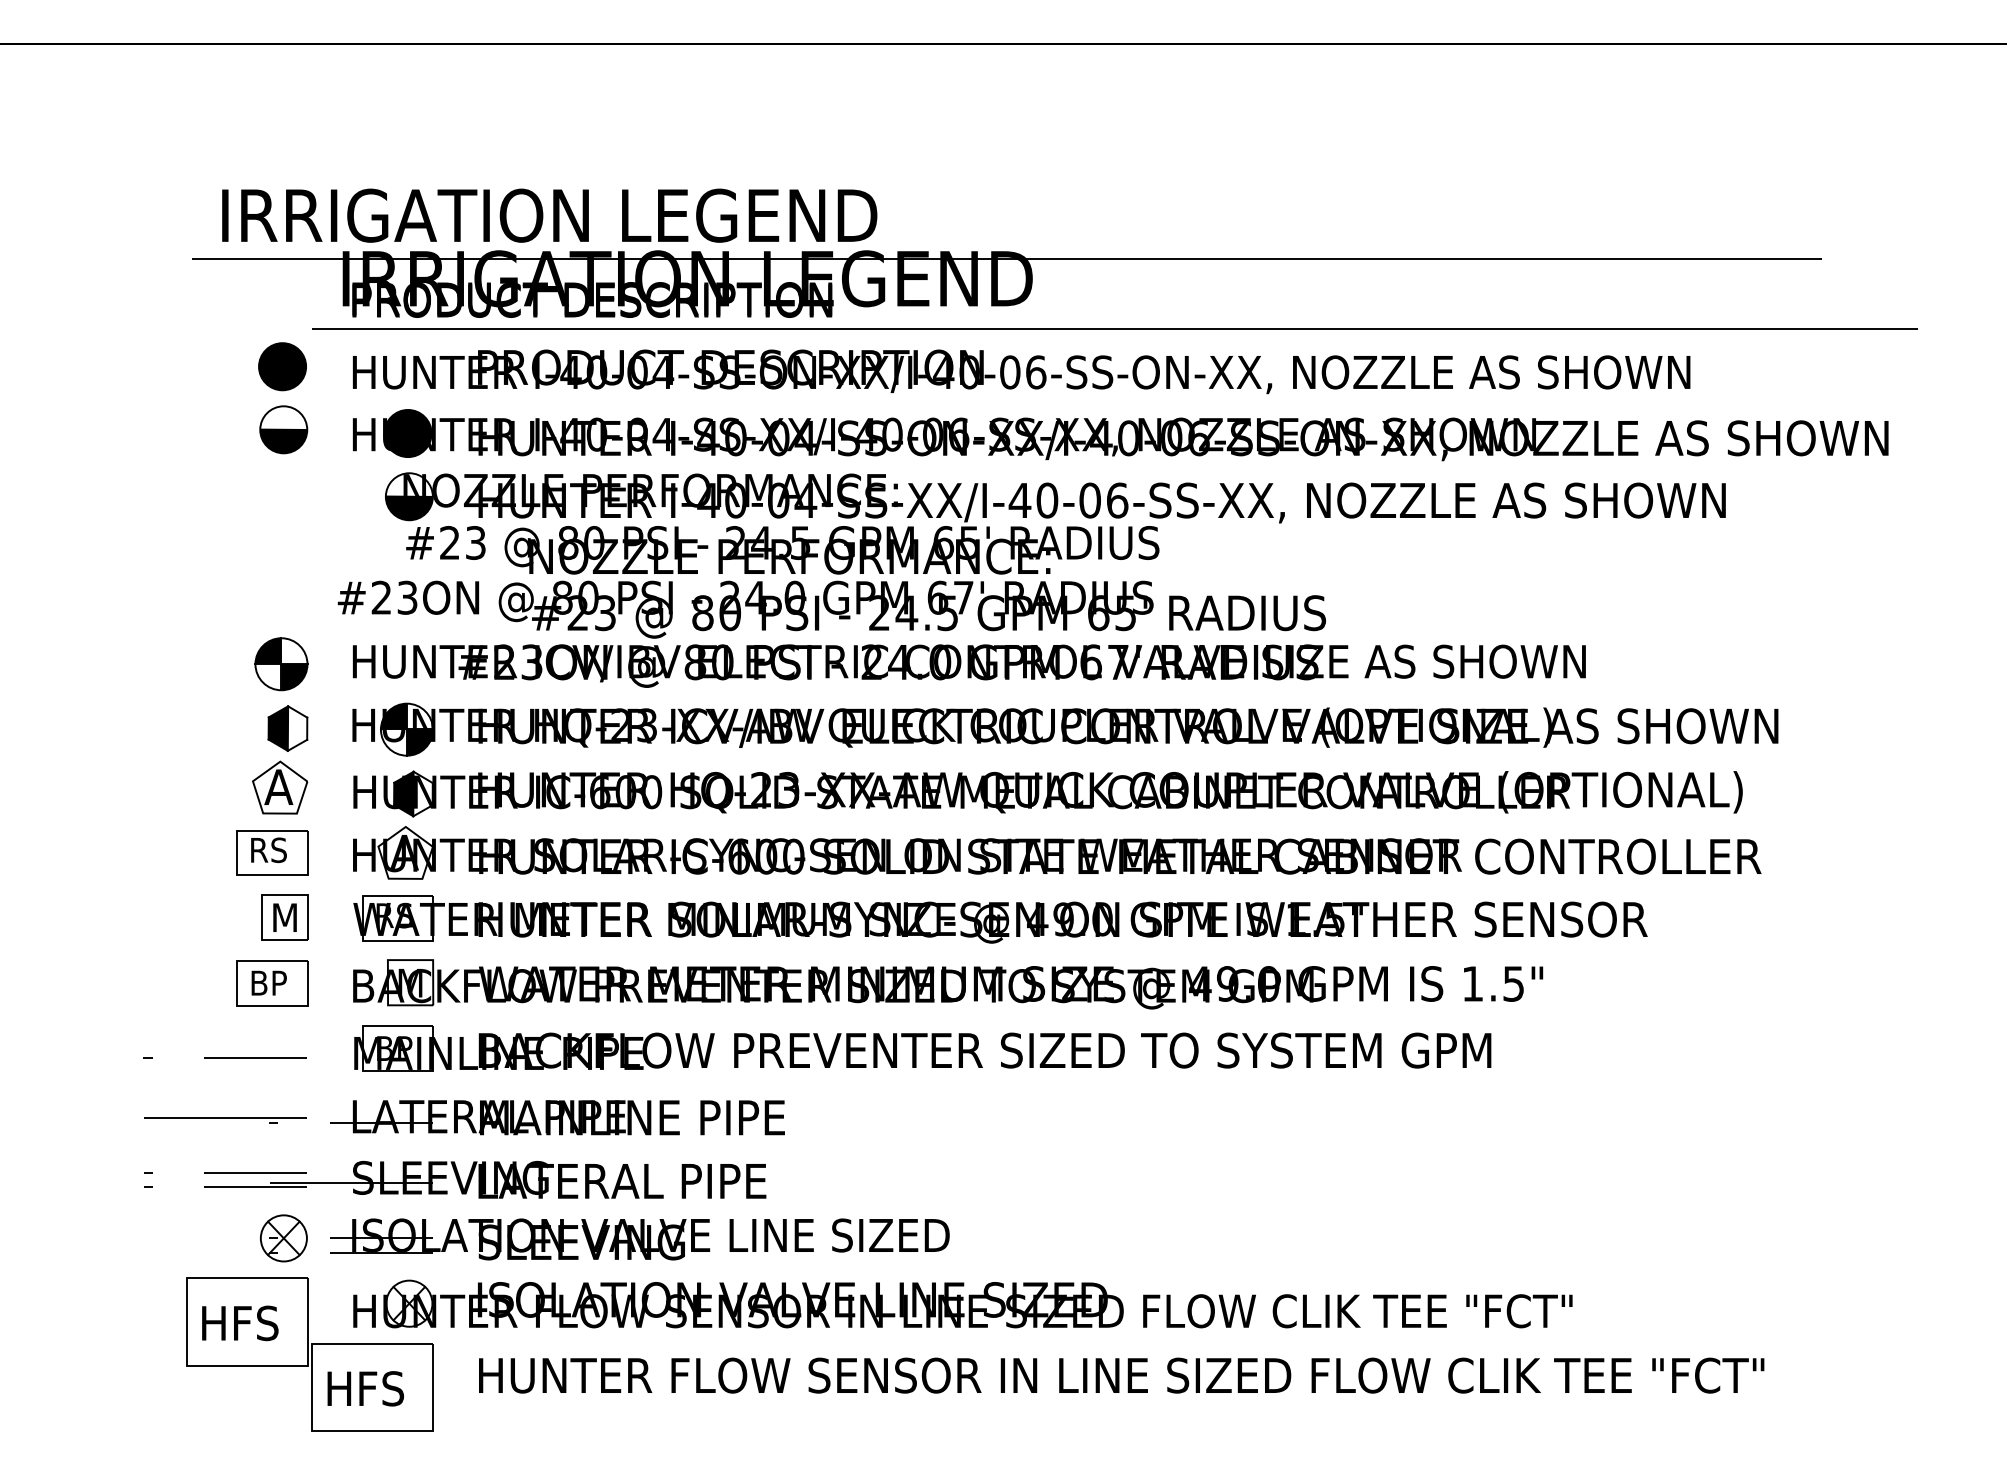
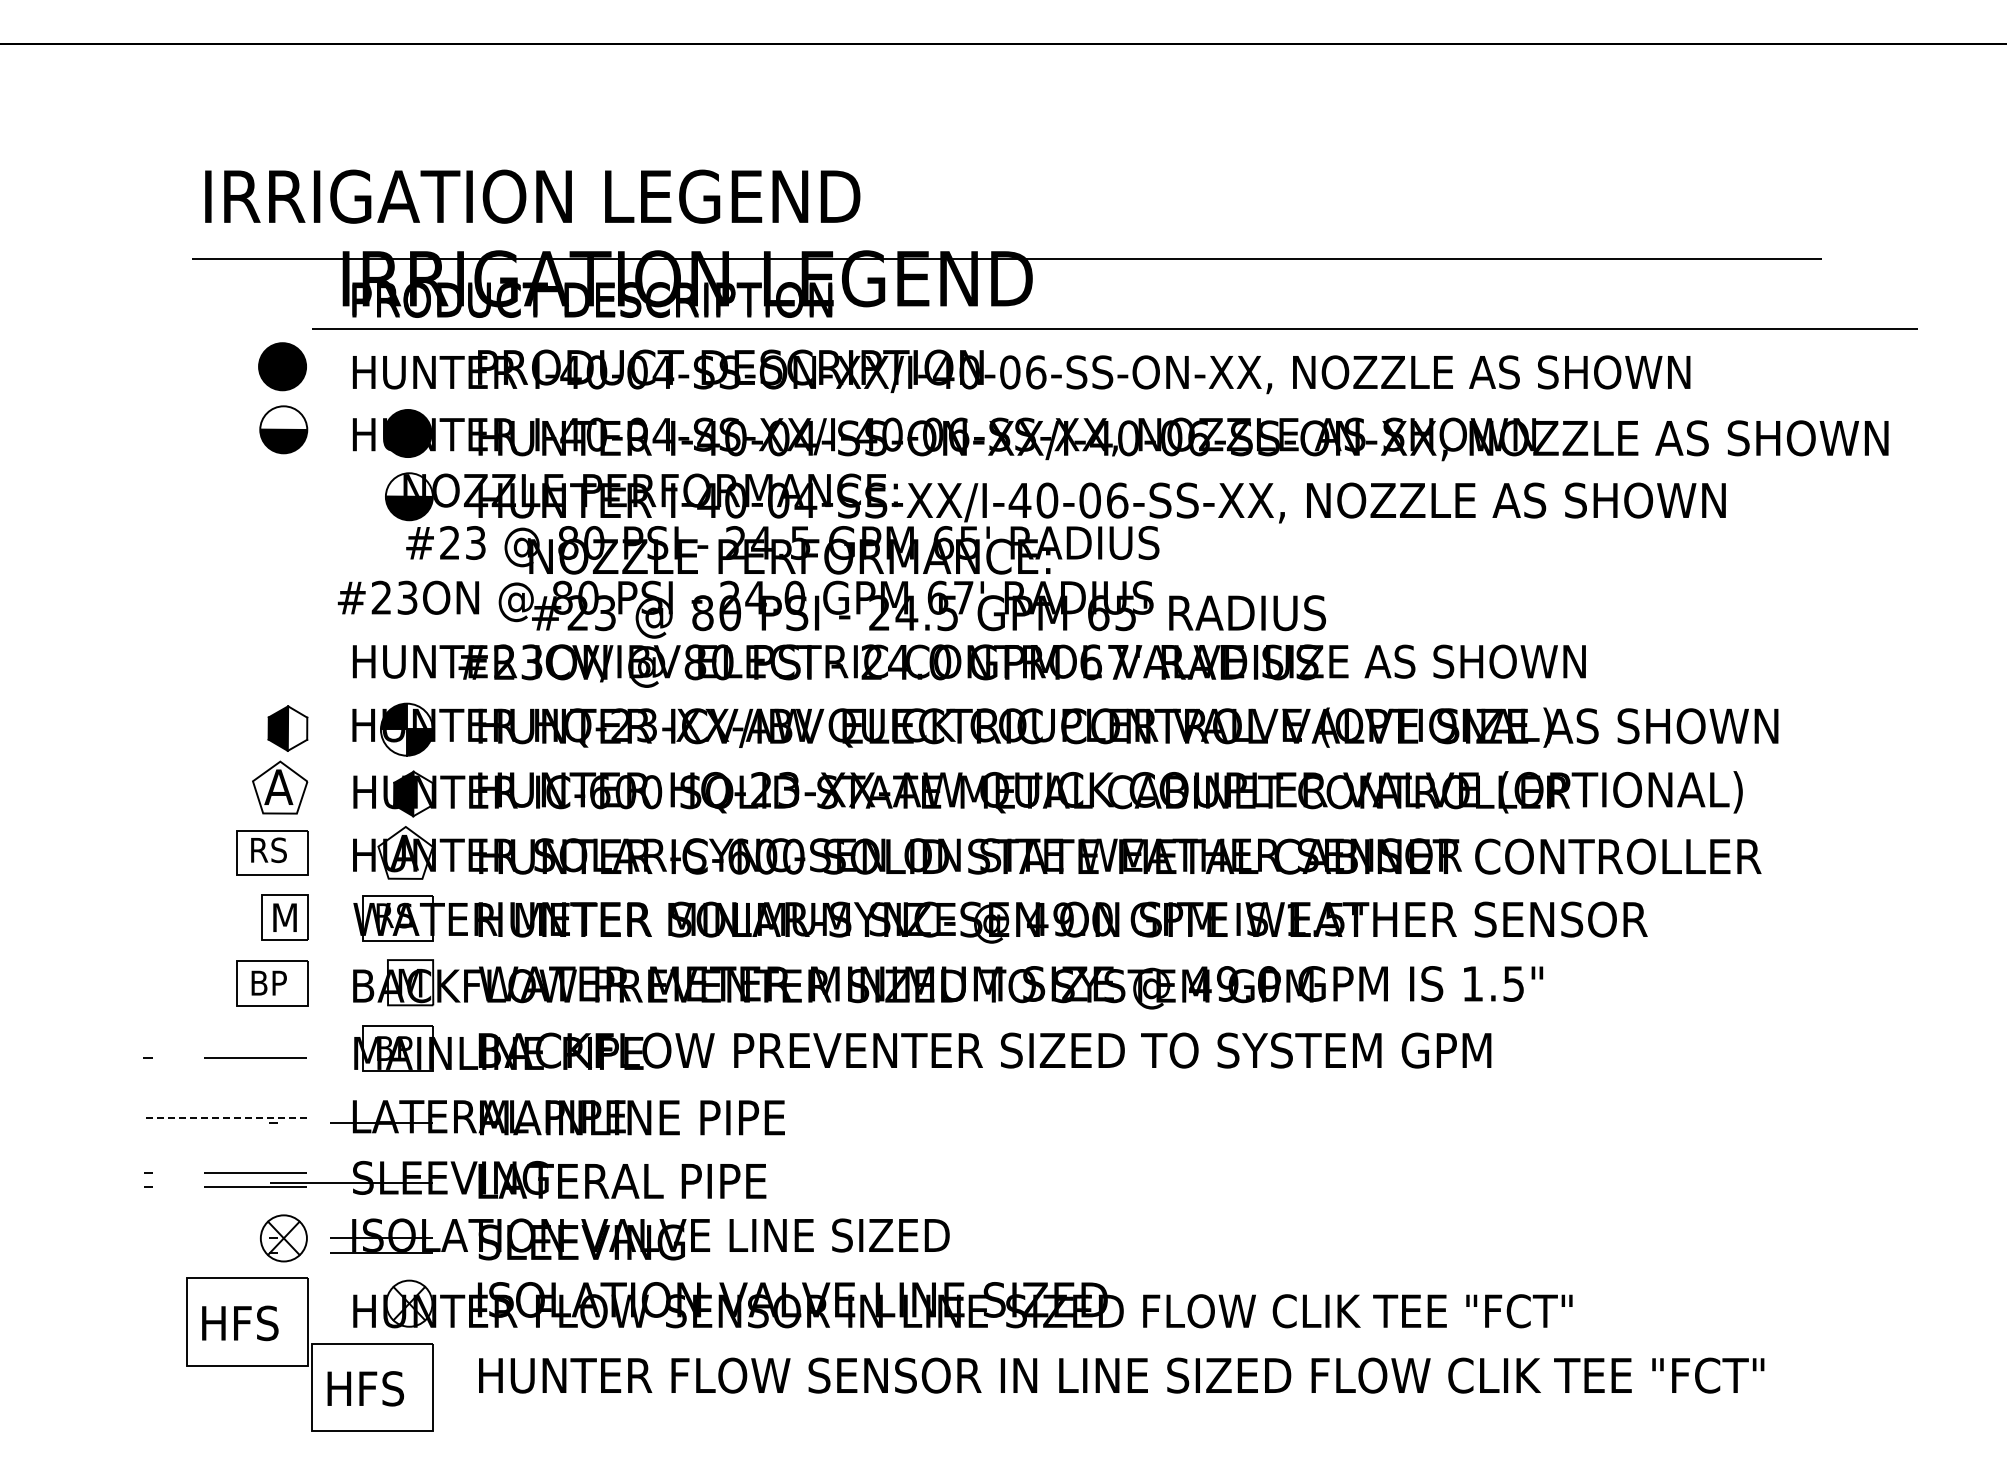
text at (549, 215) position: (549, 215) -> (532, 196)
part at (281, 664): present -> none
line at (225, 1117): solid -> dashed
